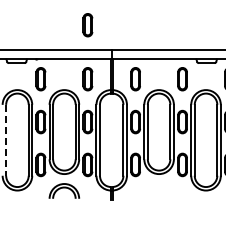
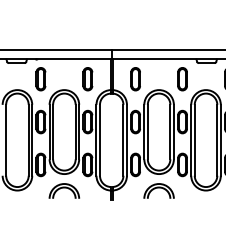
part at (87, 25): present -> none
line at (6, 140): dashed -> solid
part at (158, 190): none -> present
